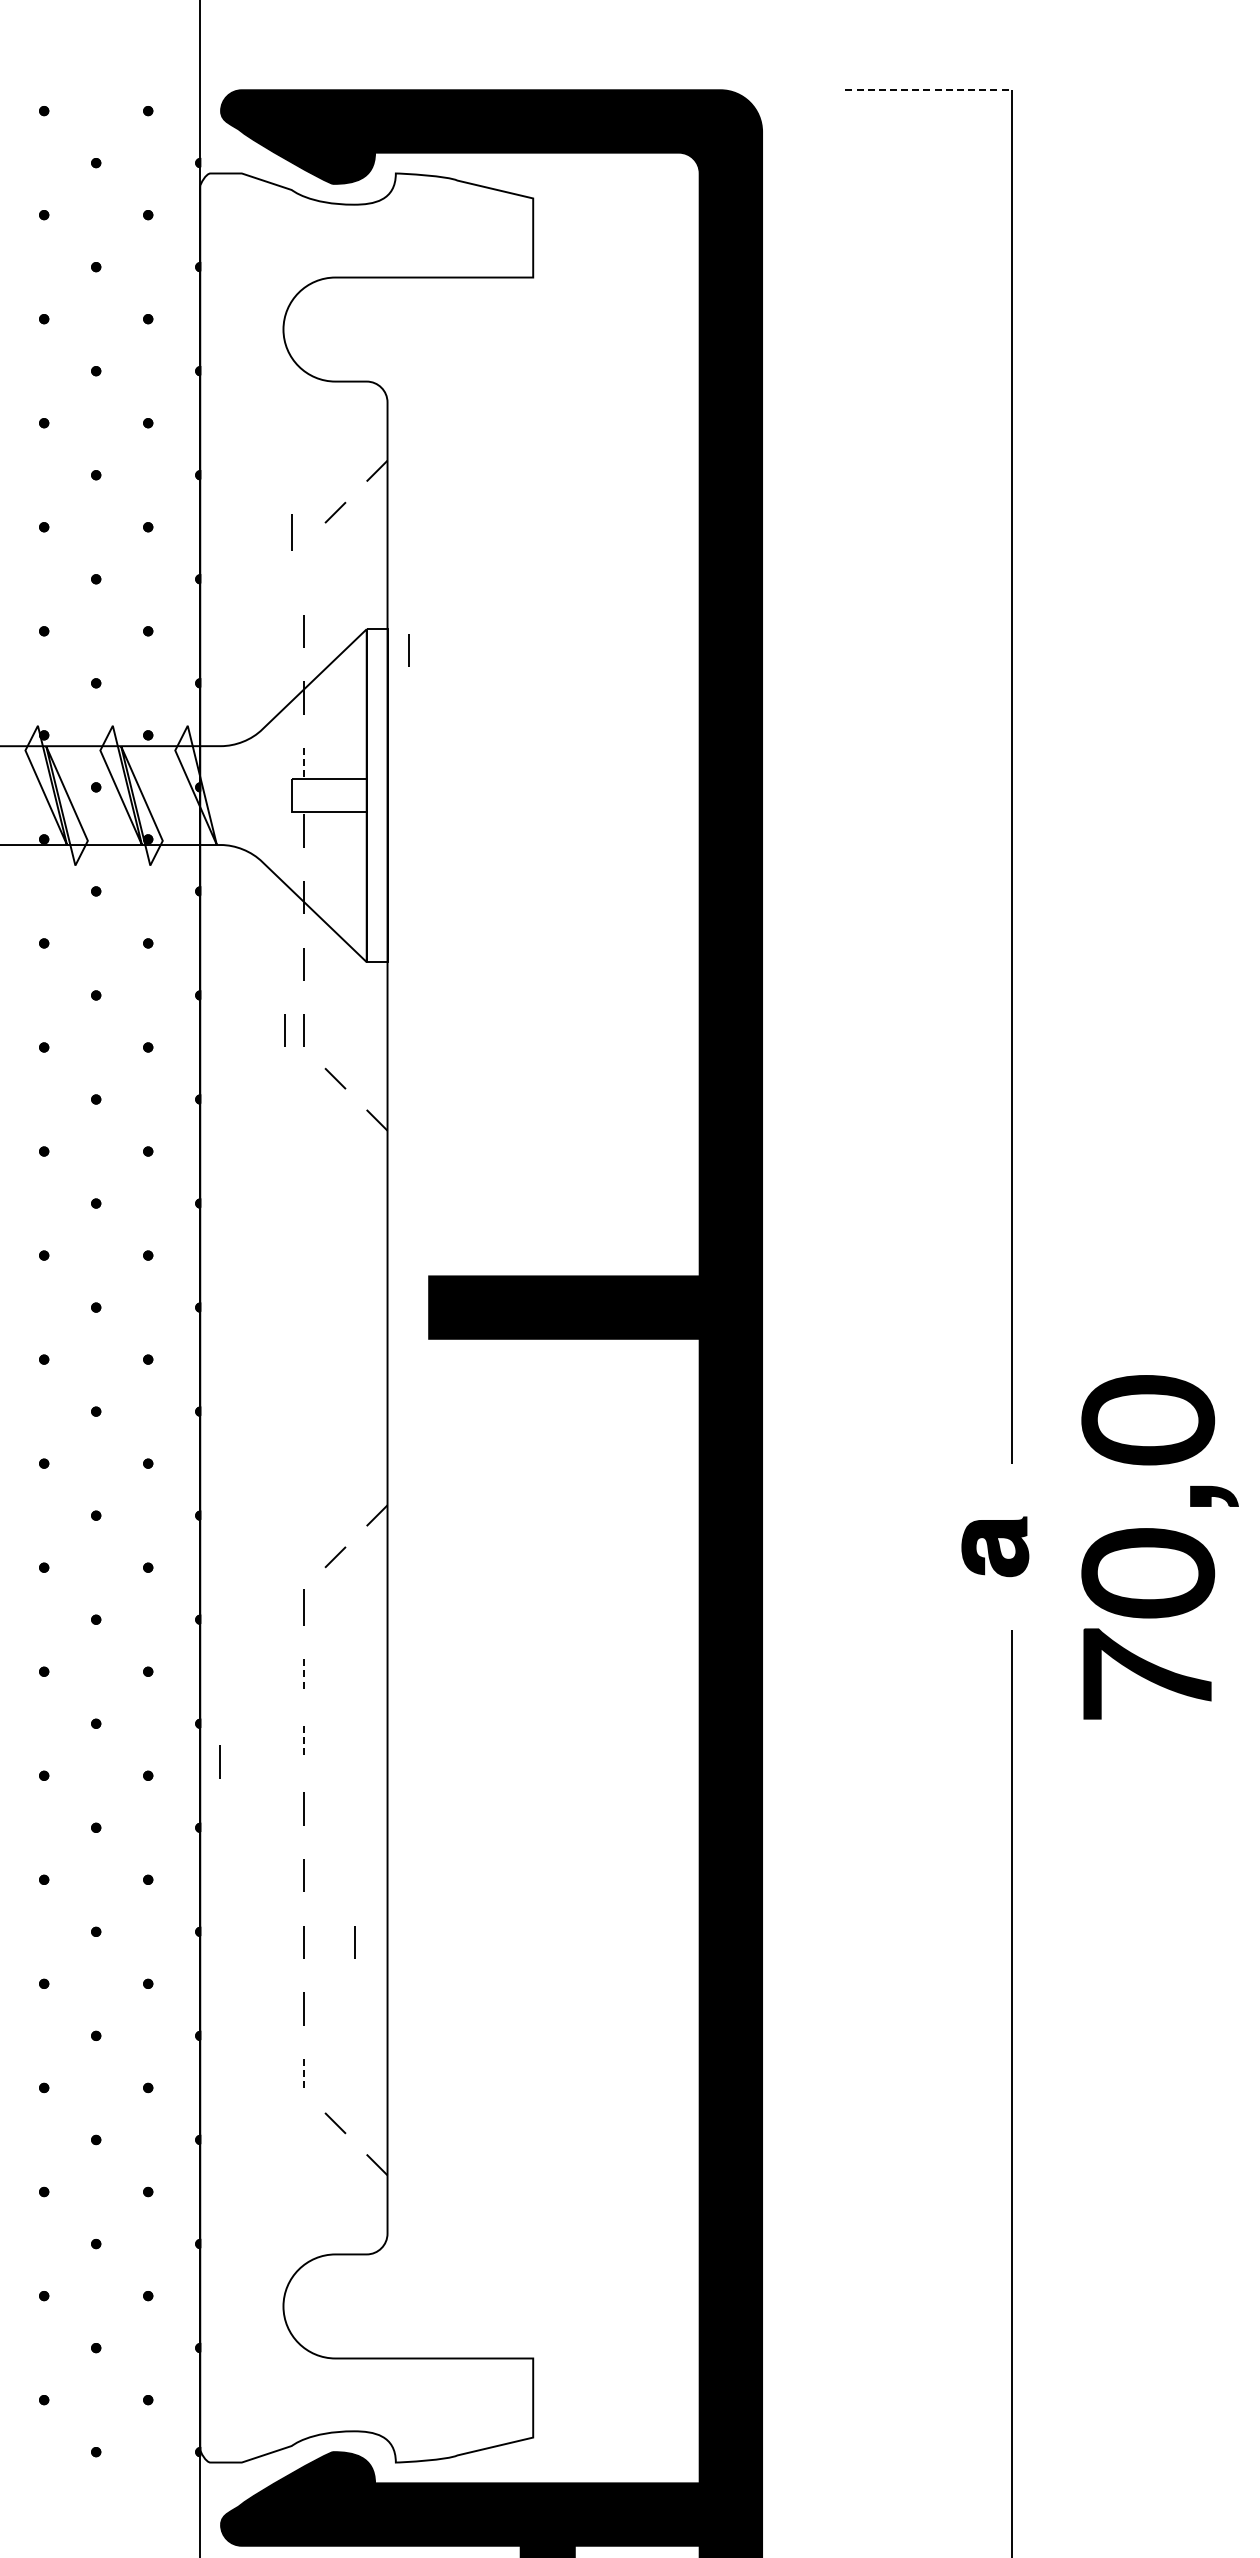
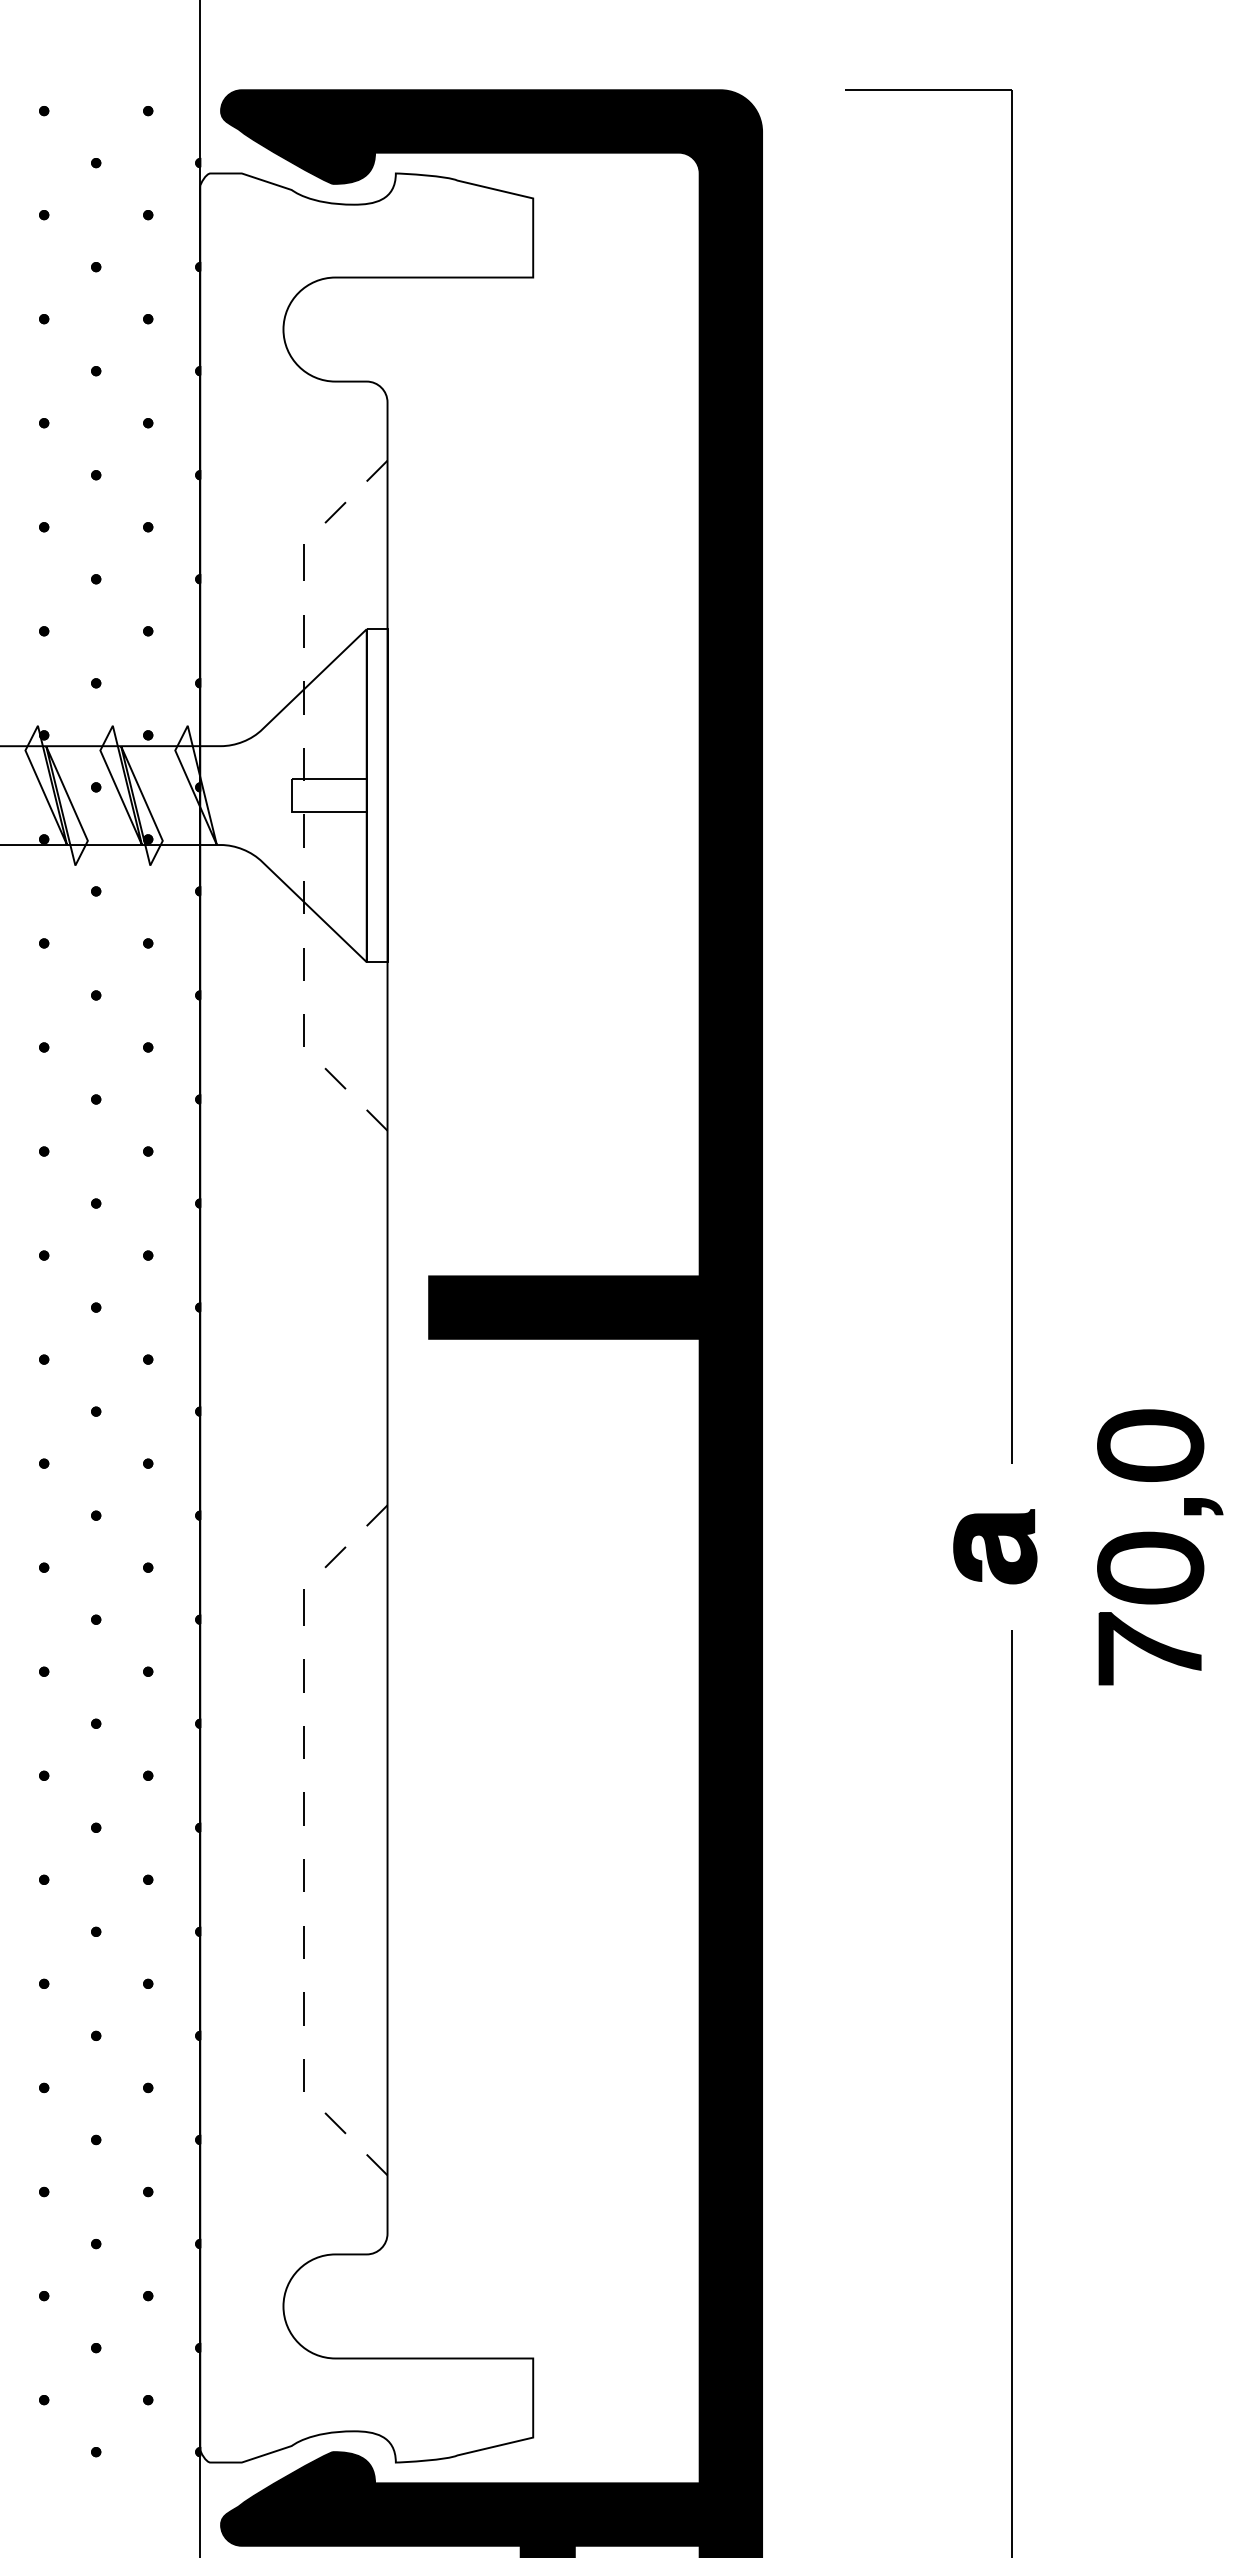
line at (929, 90): dashed -> solid
line at (291, 532) position: (291, 532) -> (303, 562)
line at (408, 650): present -> none
line at (304, 764): dashed -> solid
line at (284, 1030): present -> none
part at (995, 1546) size: 69x62 px -> 85x76 px
part at (1159, 1547) size: 158x345 px -> 127x277 px
line at (304, 1675): dashed -> solid
line at (304, 1742): dashed -> solid
line at (219, 1761): present -> none
line at (354, 1942): present -> none
line at (304, 2075): dashed -> solid
